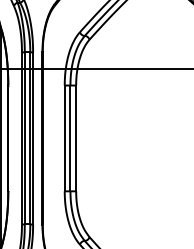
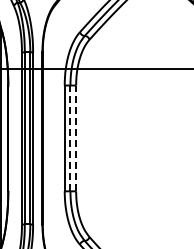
line at (70, 138): solid -> dashed
line at (76, 138): solid -> dashed
